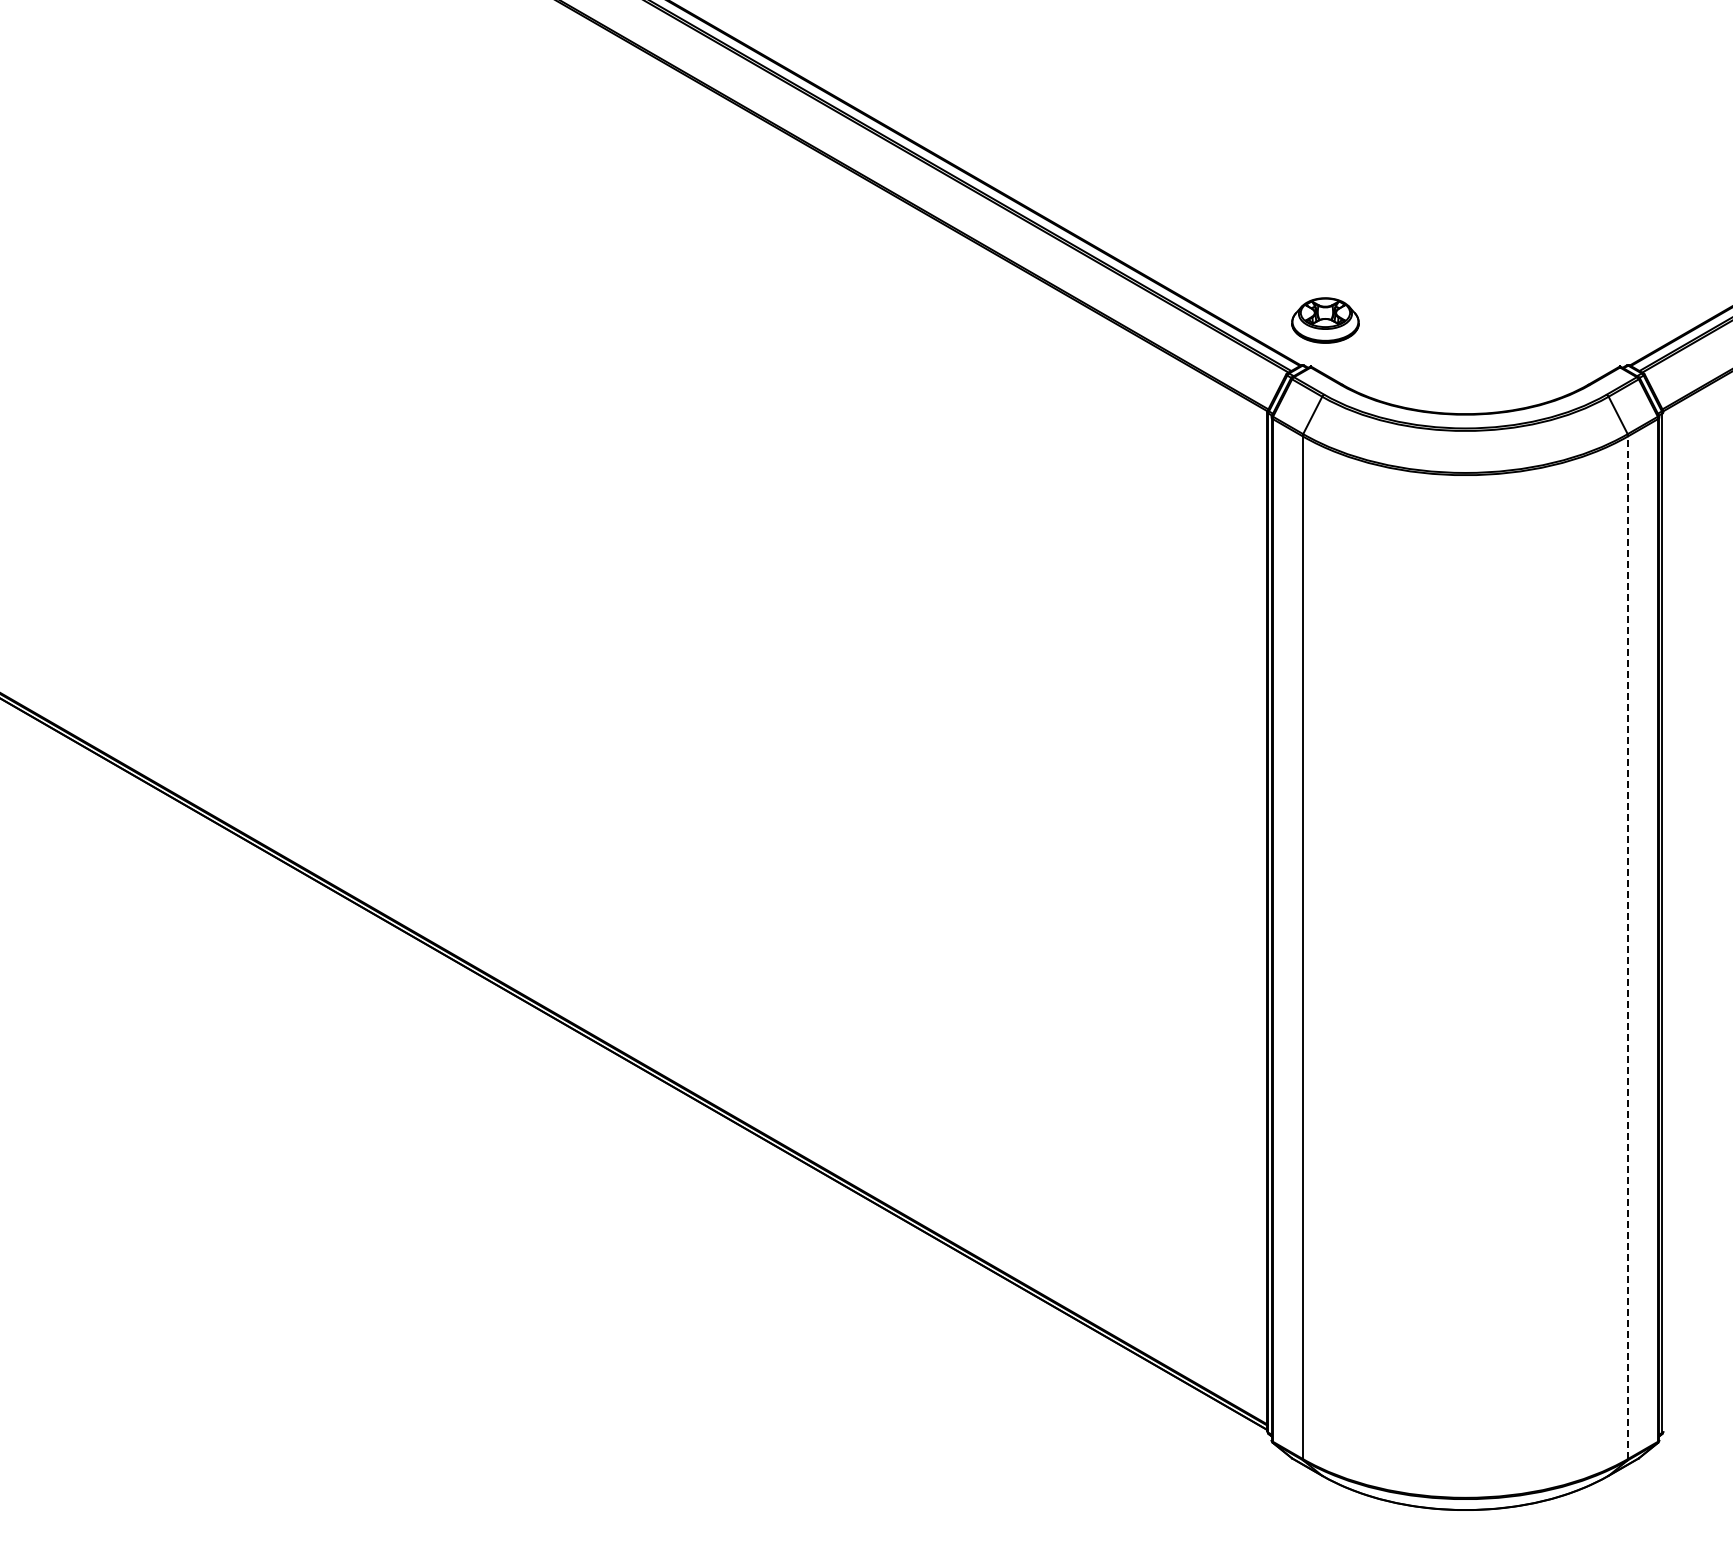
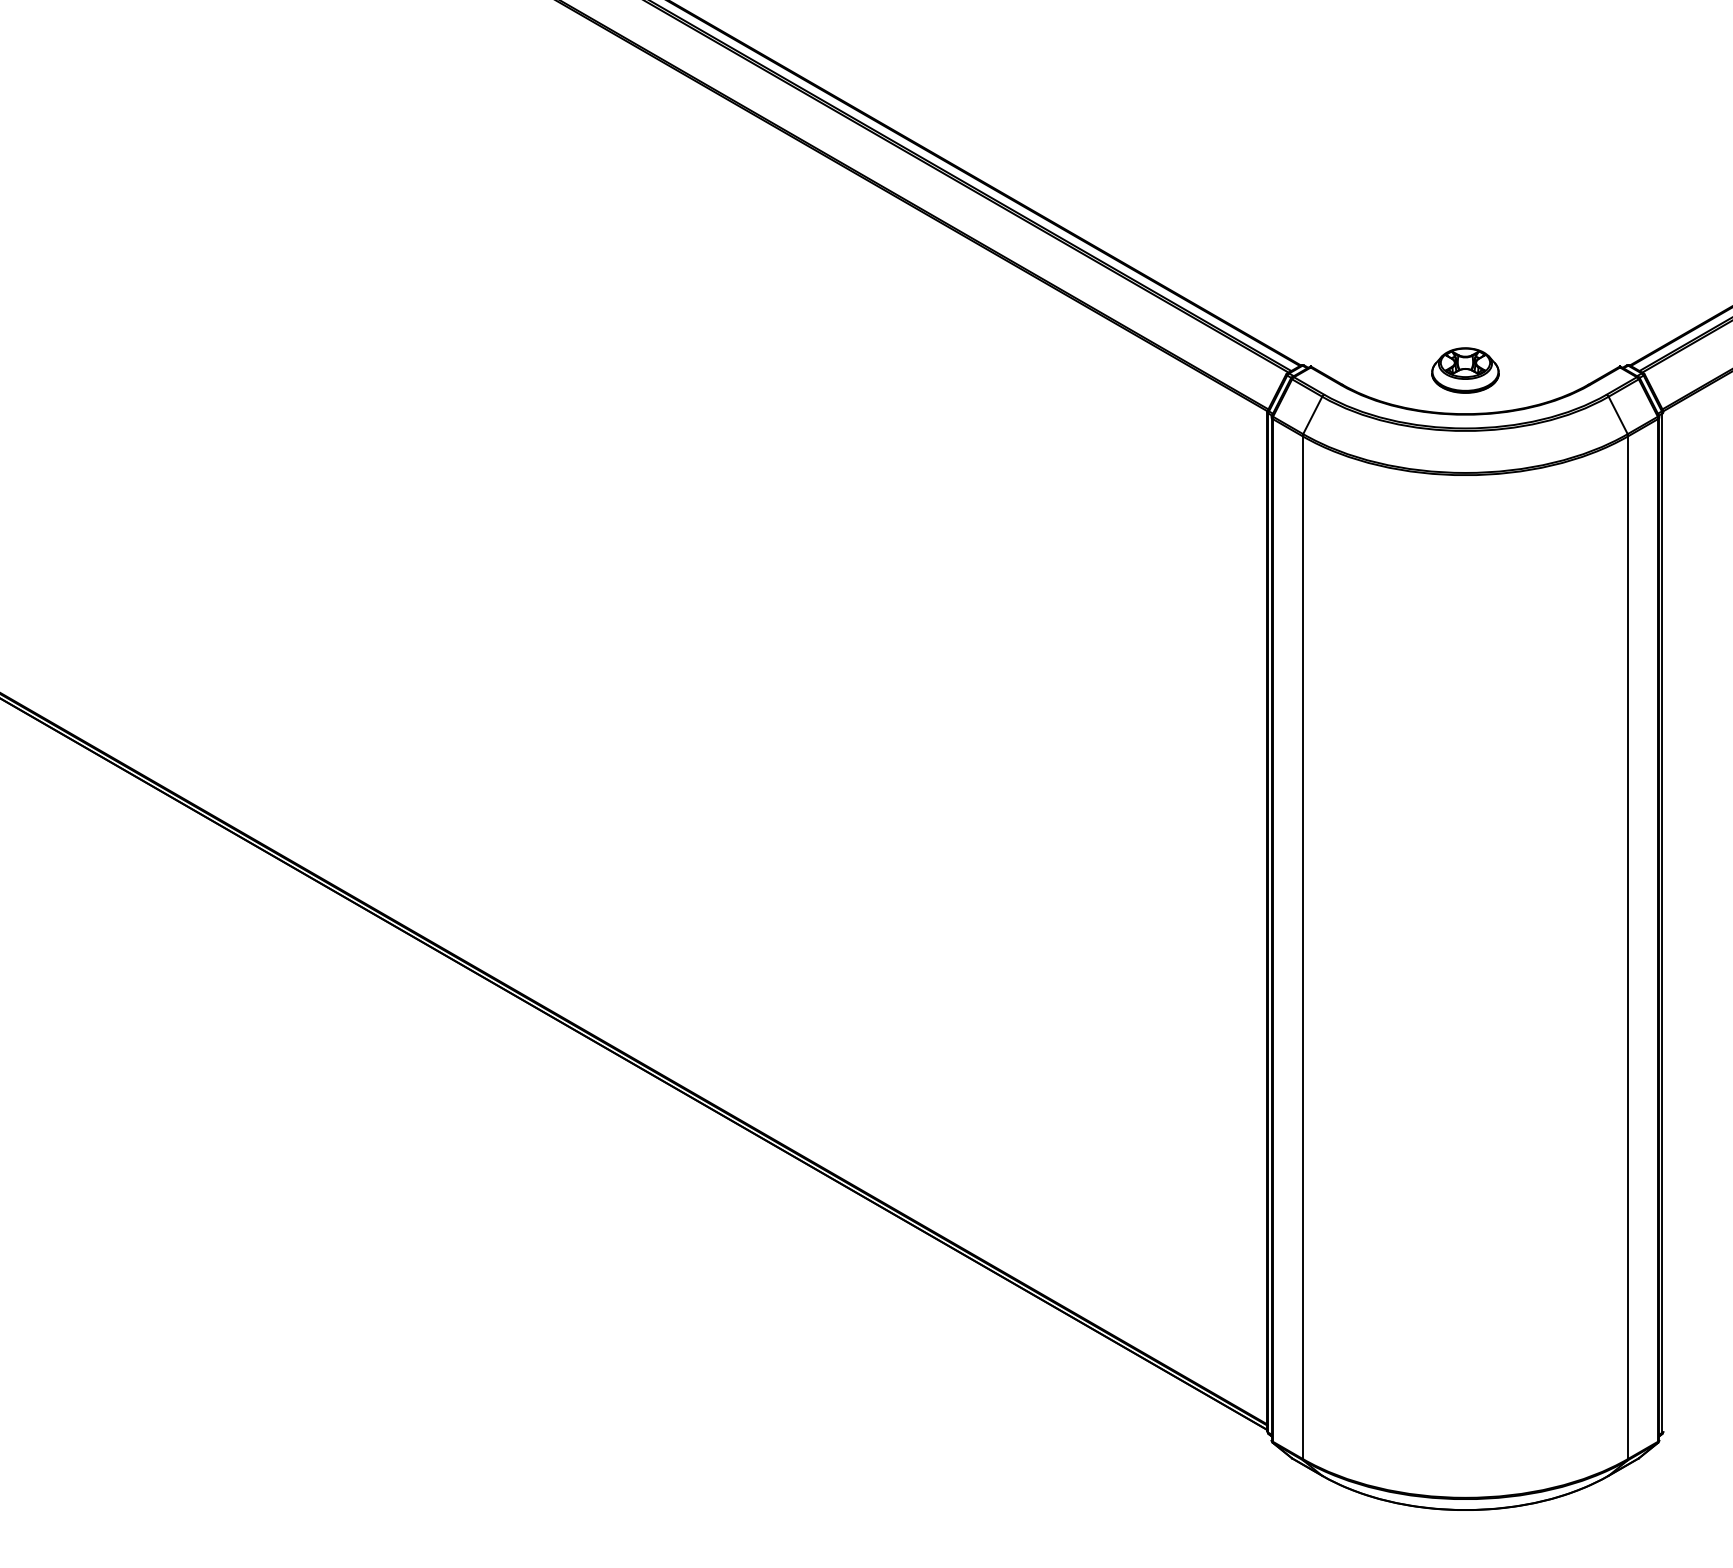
part at (1325, 320) position: (1325, 320) -> (1465, 370)
line at (1628, 947): dashed -> solid
